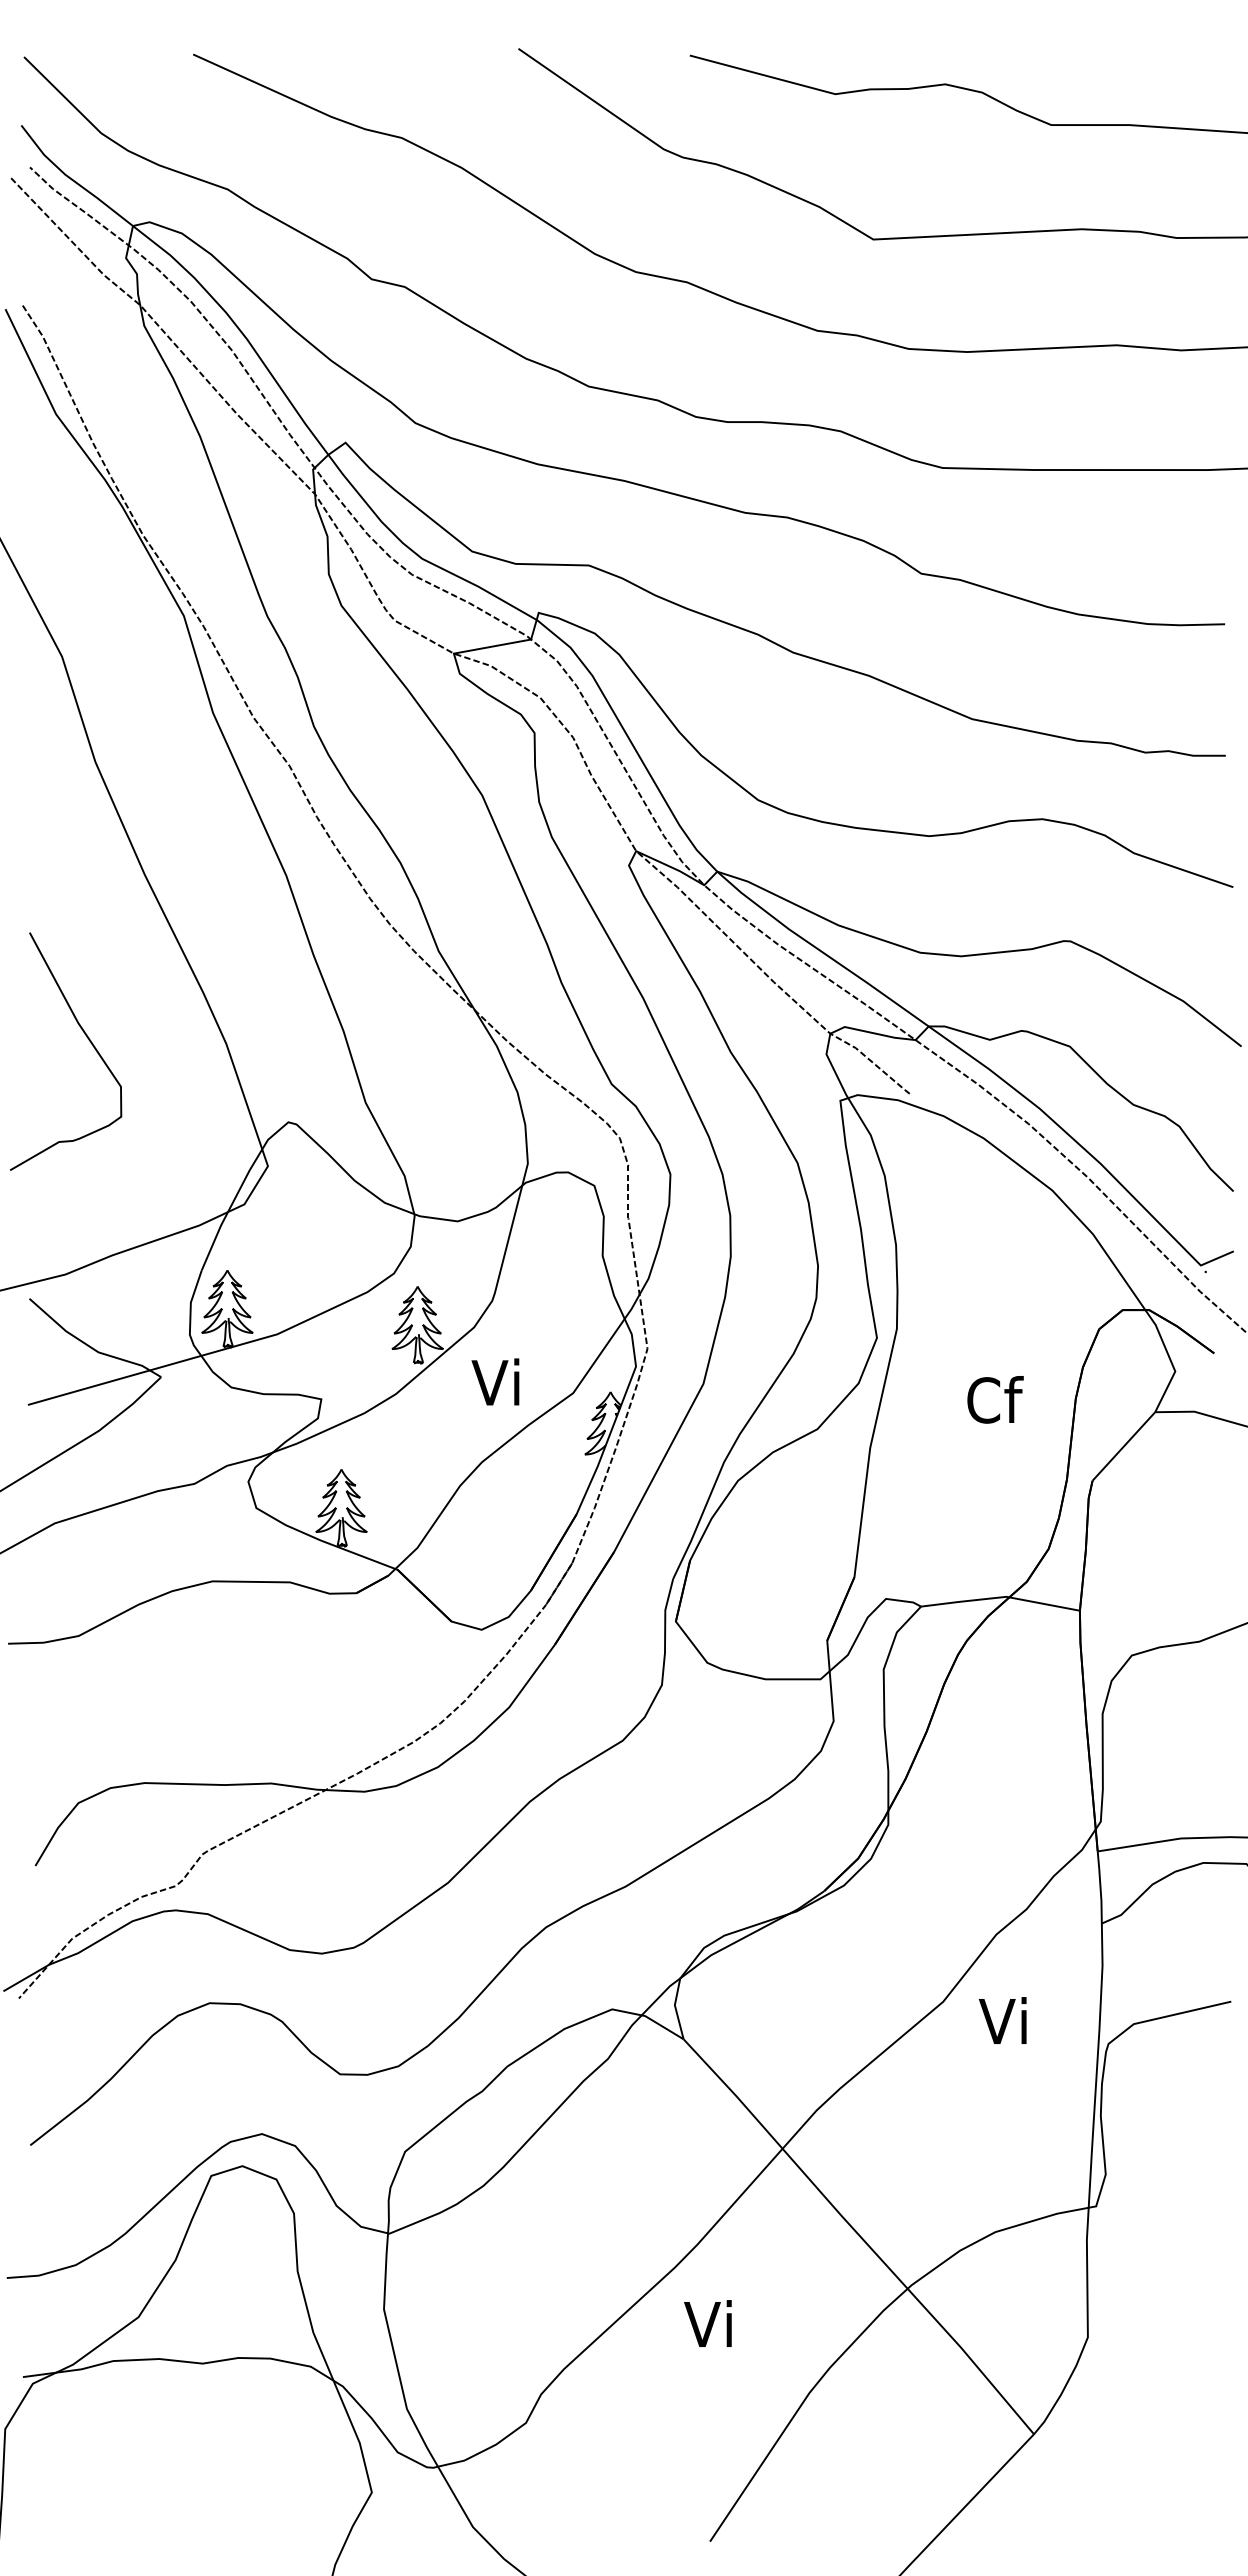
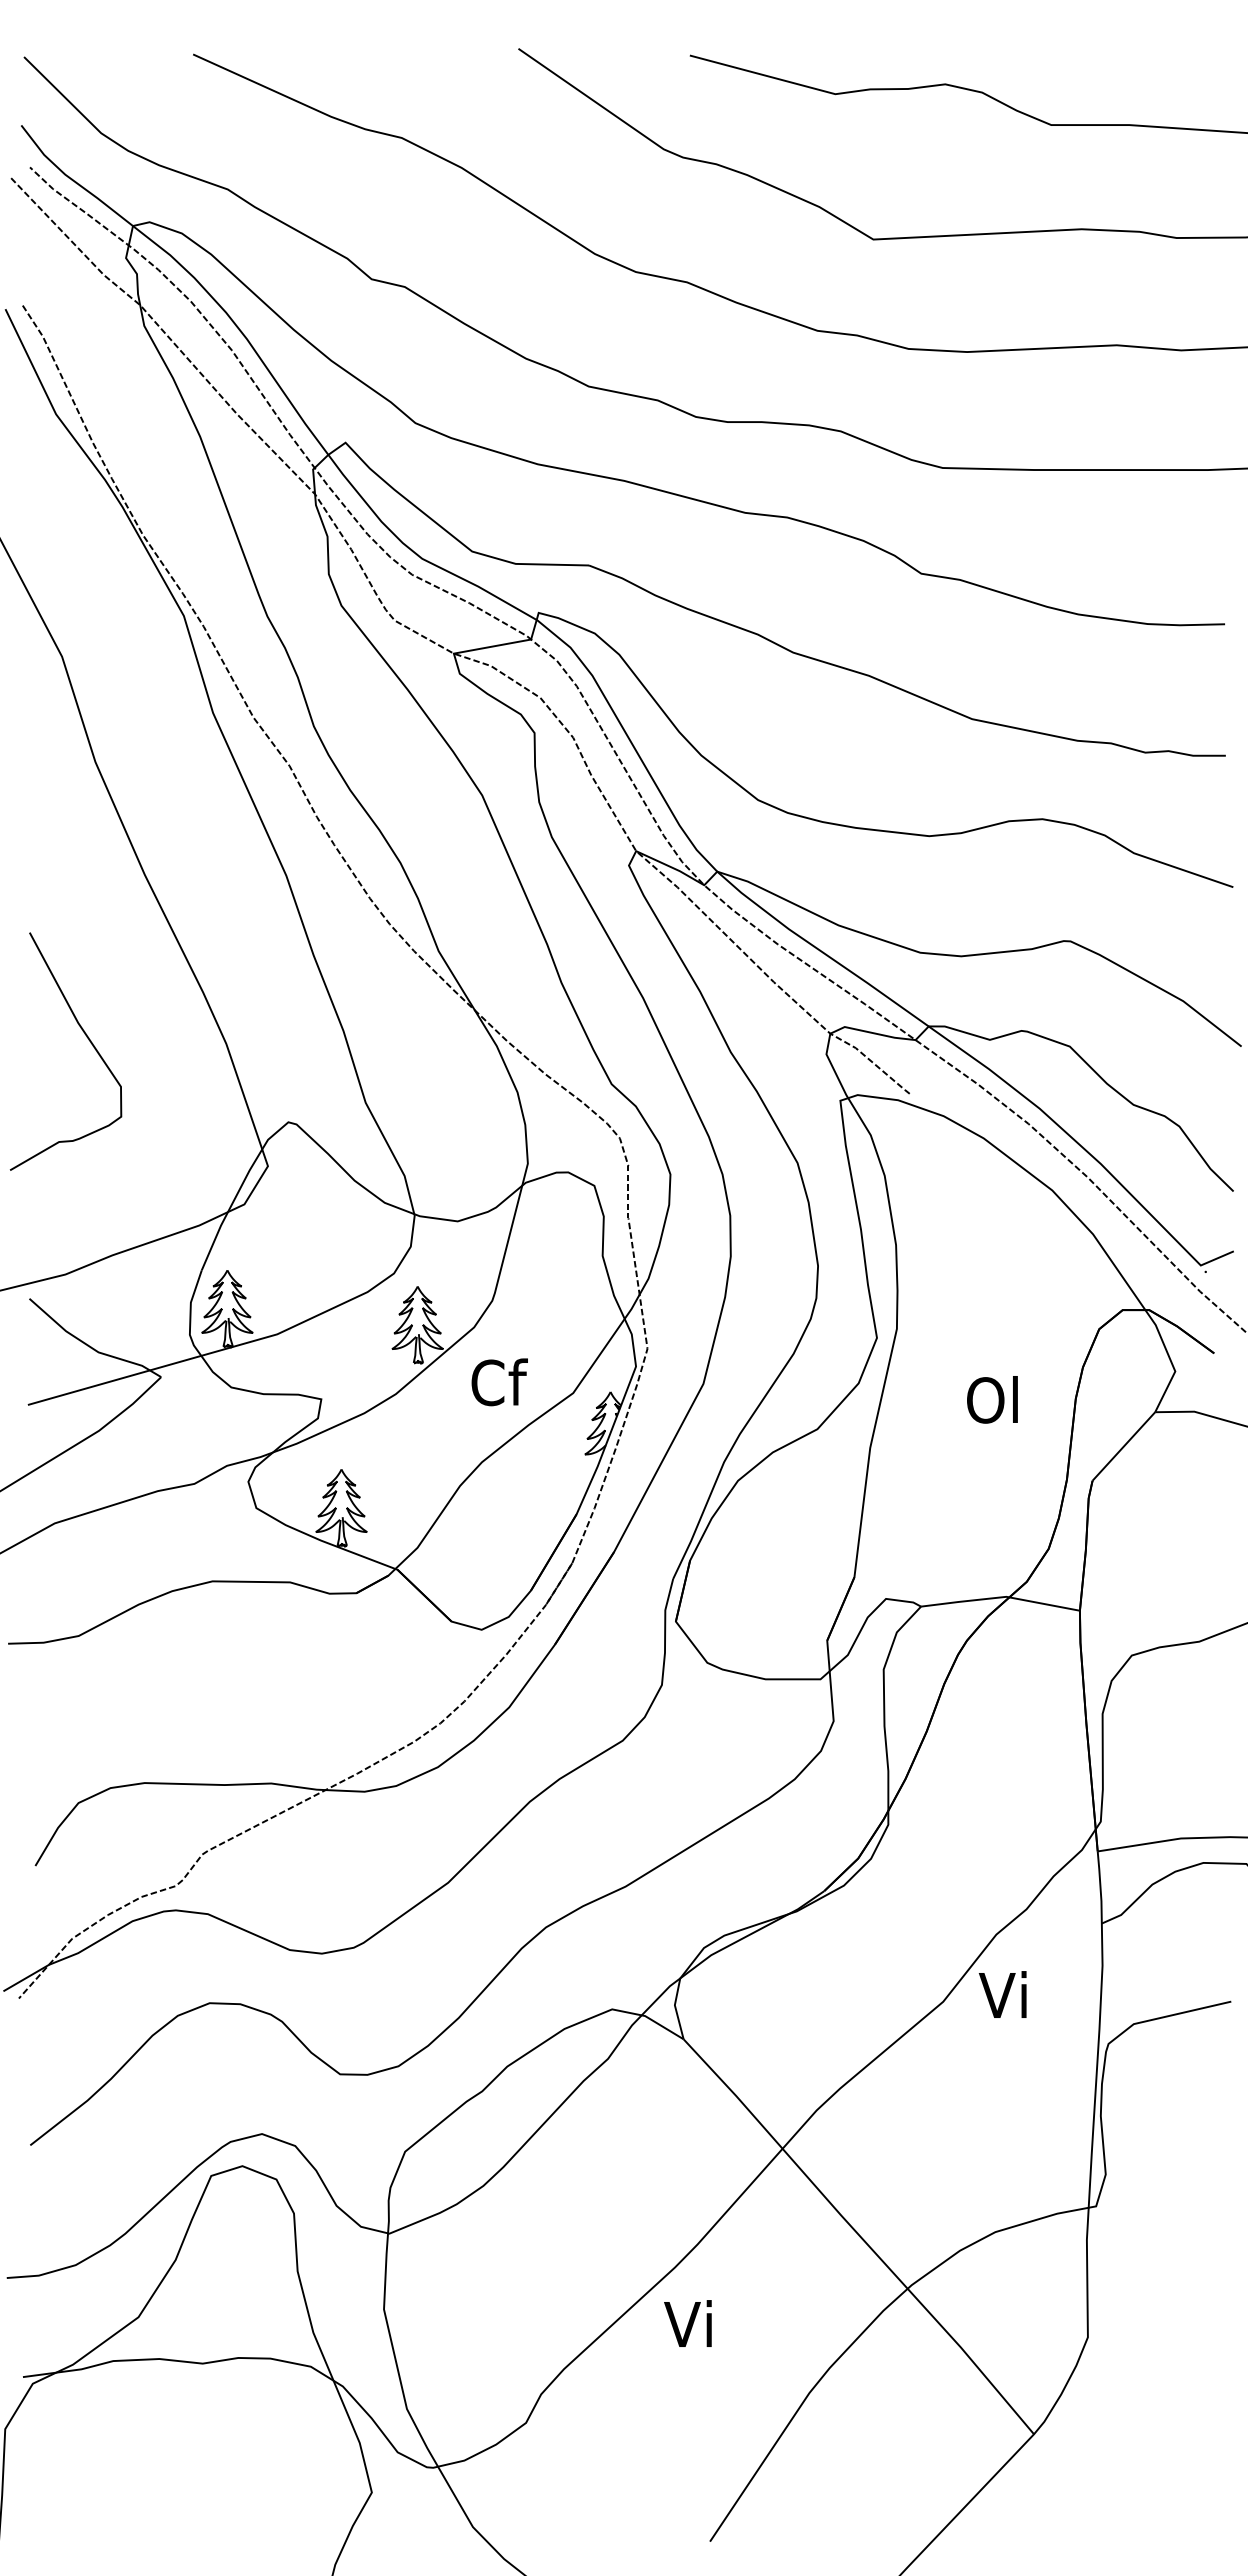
text at (499, 1382): Vi -> Cf
text at (995, 1399): Cf -> Ol
text at (1002, 2020) position: (1002, 2020) -> (1002, 1994)
text at (707, 2323) position: (707, 2323) -> (687, 2323)
